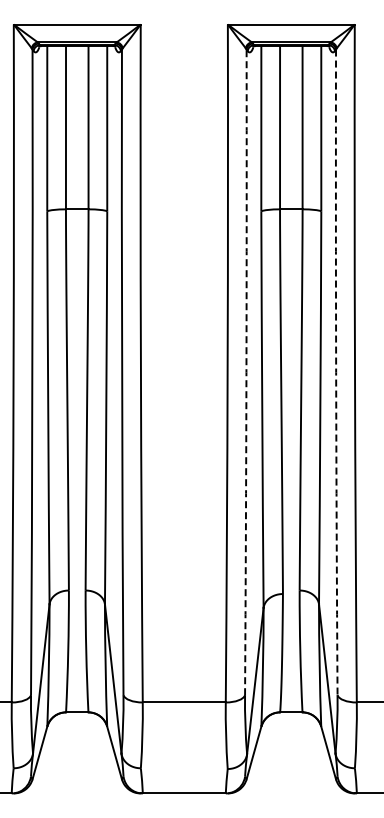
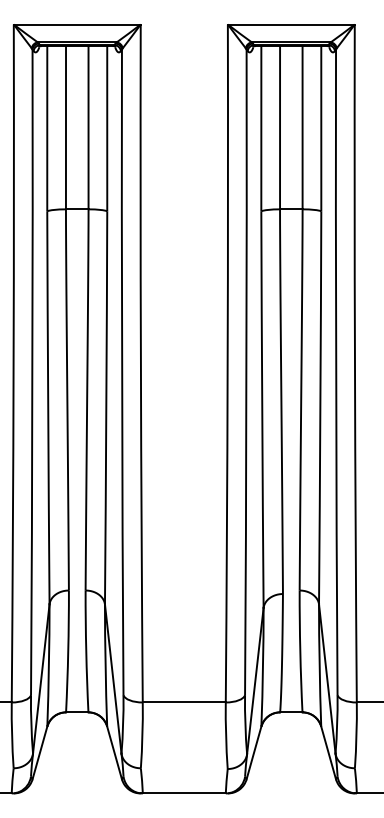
arc at (246, 372): dashed -> solid
arc at (336, 372): dashed -> solid
